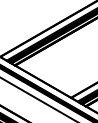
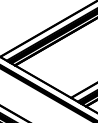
line at (37, 98): present -> none
